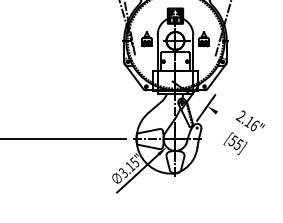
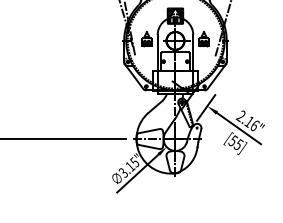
line at (238, 128): none -> present
